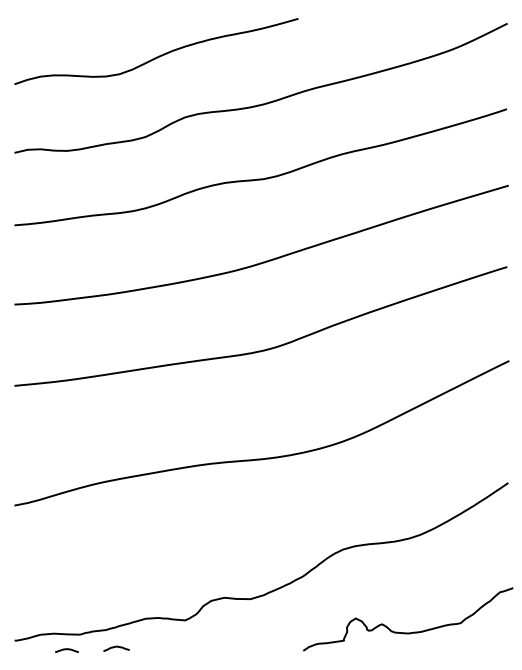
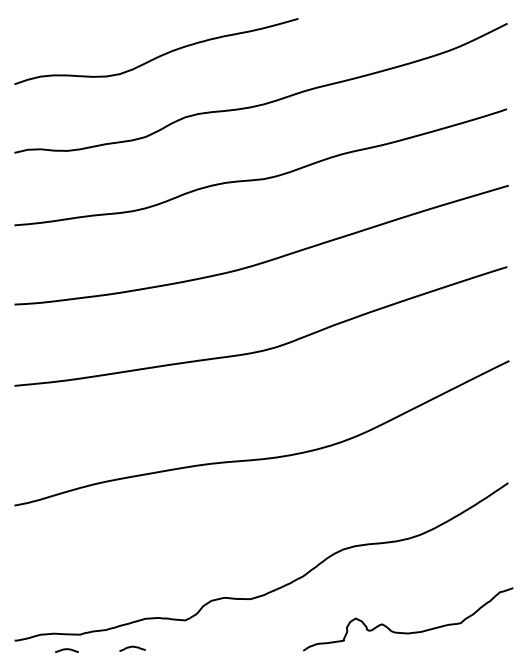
curve at (116, 647) position: (116, 647) -> (132, 647)
